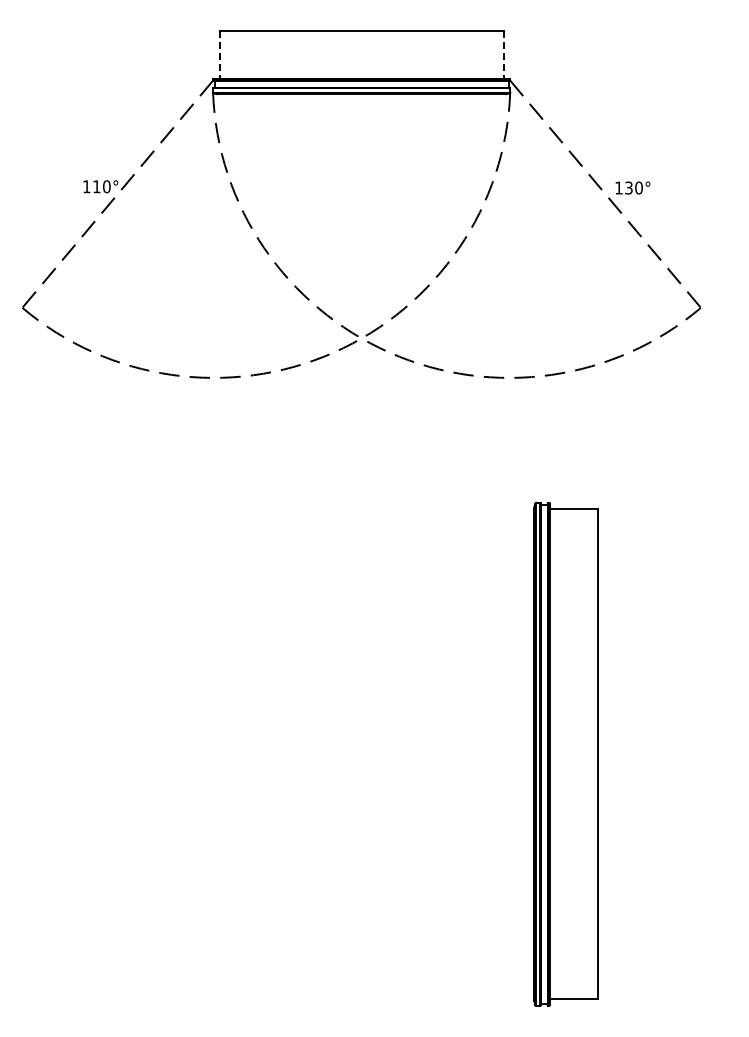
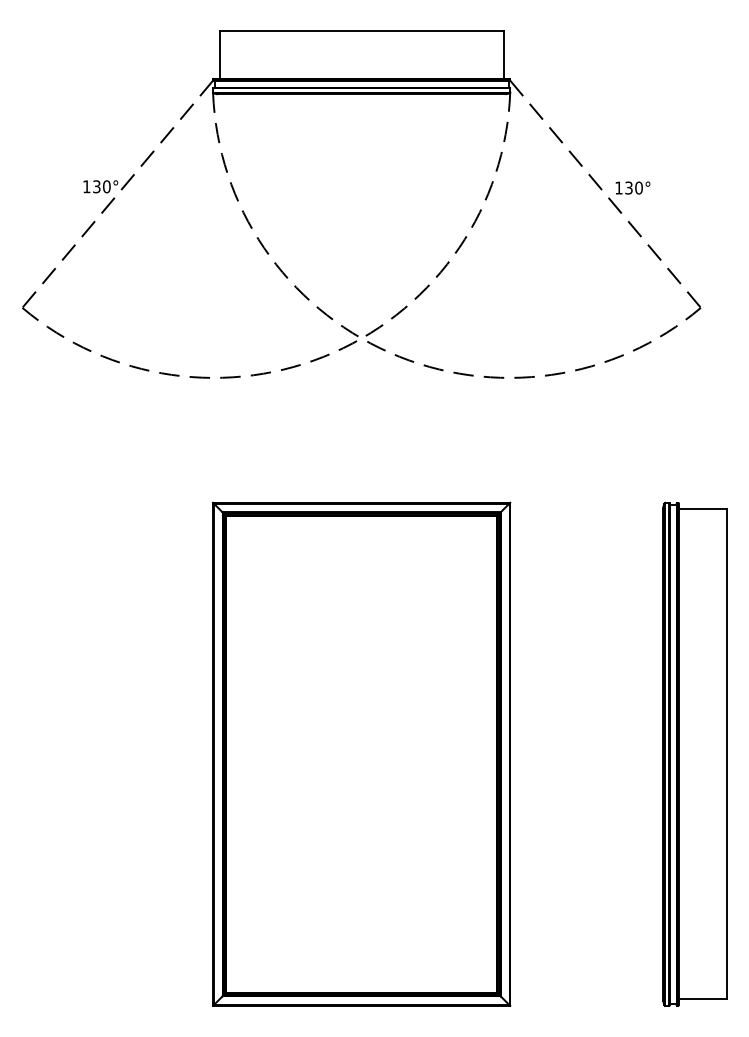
line at (219, 54): dashed -> solid
line at (503, 54): dashed -> solid
text at (96, 186): 110° -> 130°
part at (361, 753): none -> present
part at (565, 753) position: (565, 753) -> (694, 753)
